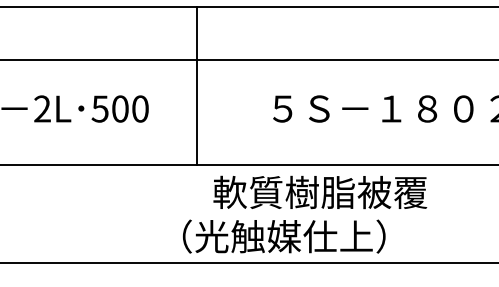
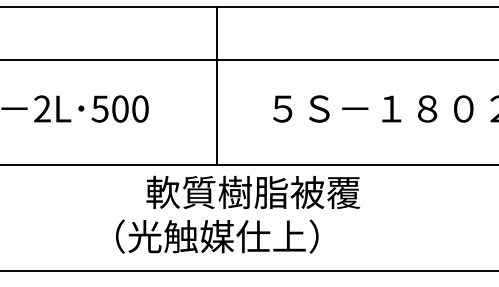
line at (197, 85) position: (197, 85) -> (217, 85)
text at (305, 214) position: (305, 214) -> (238, 214)
line at (248, 263) position: (248, 263) -> (248, 271)
